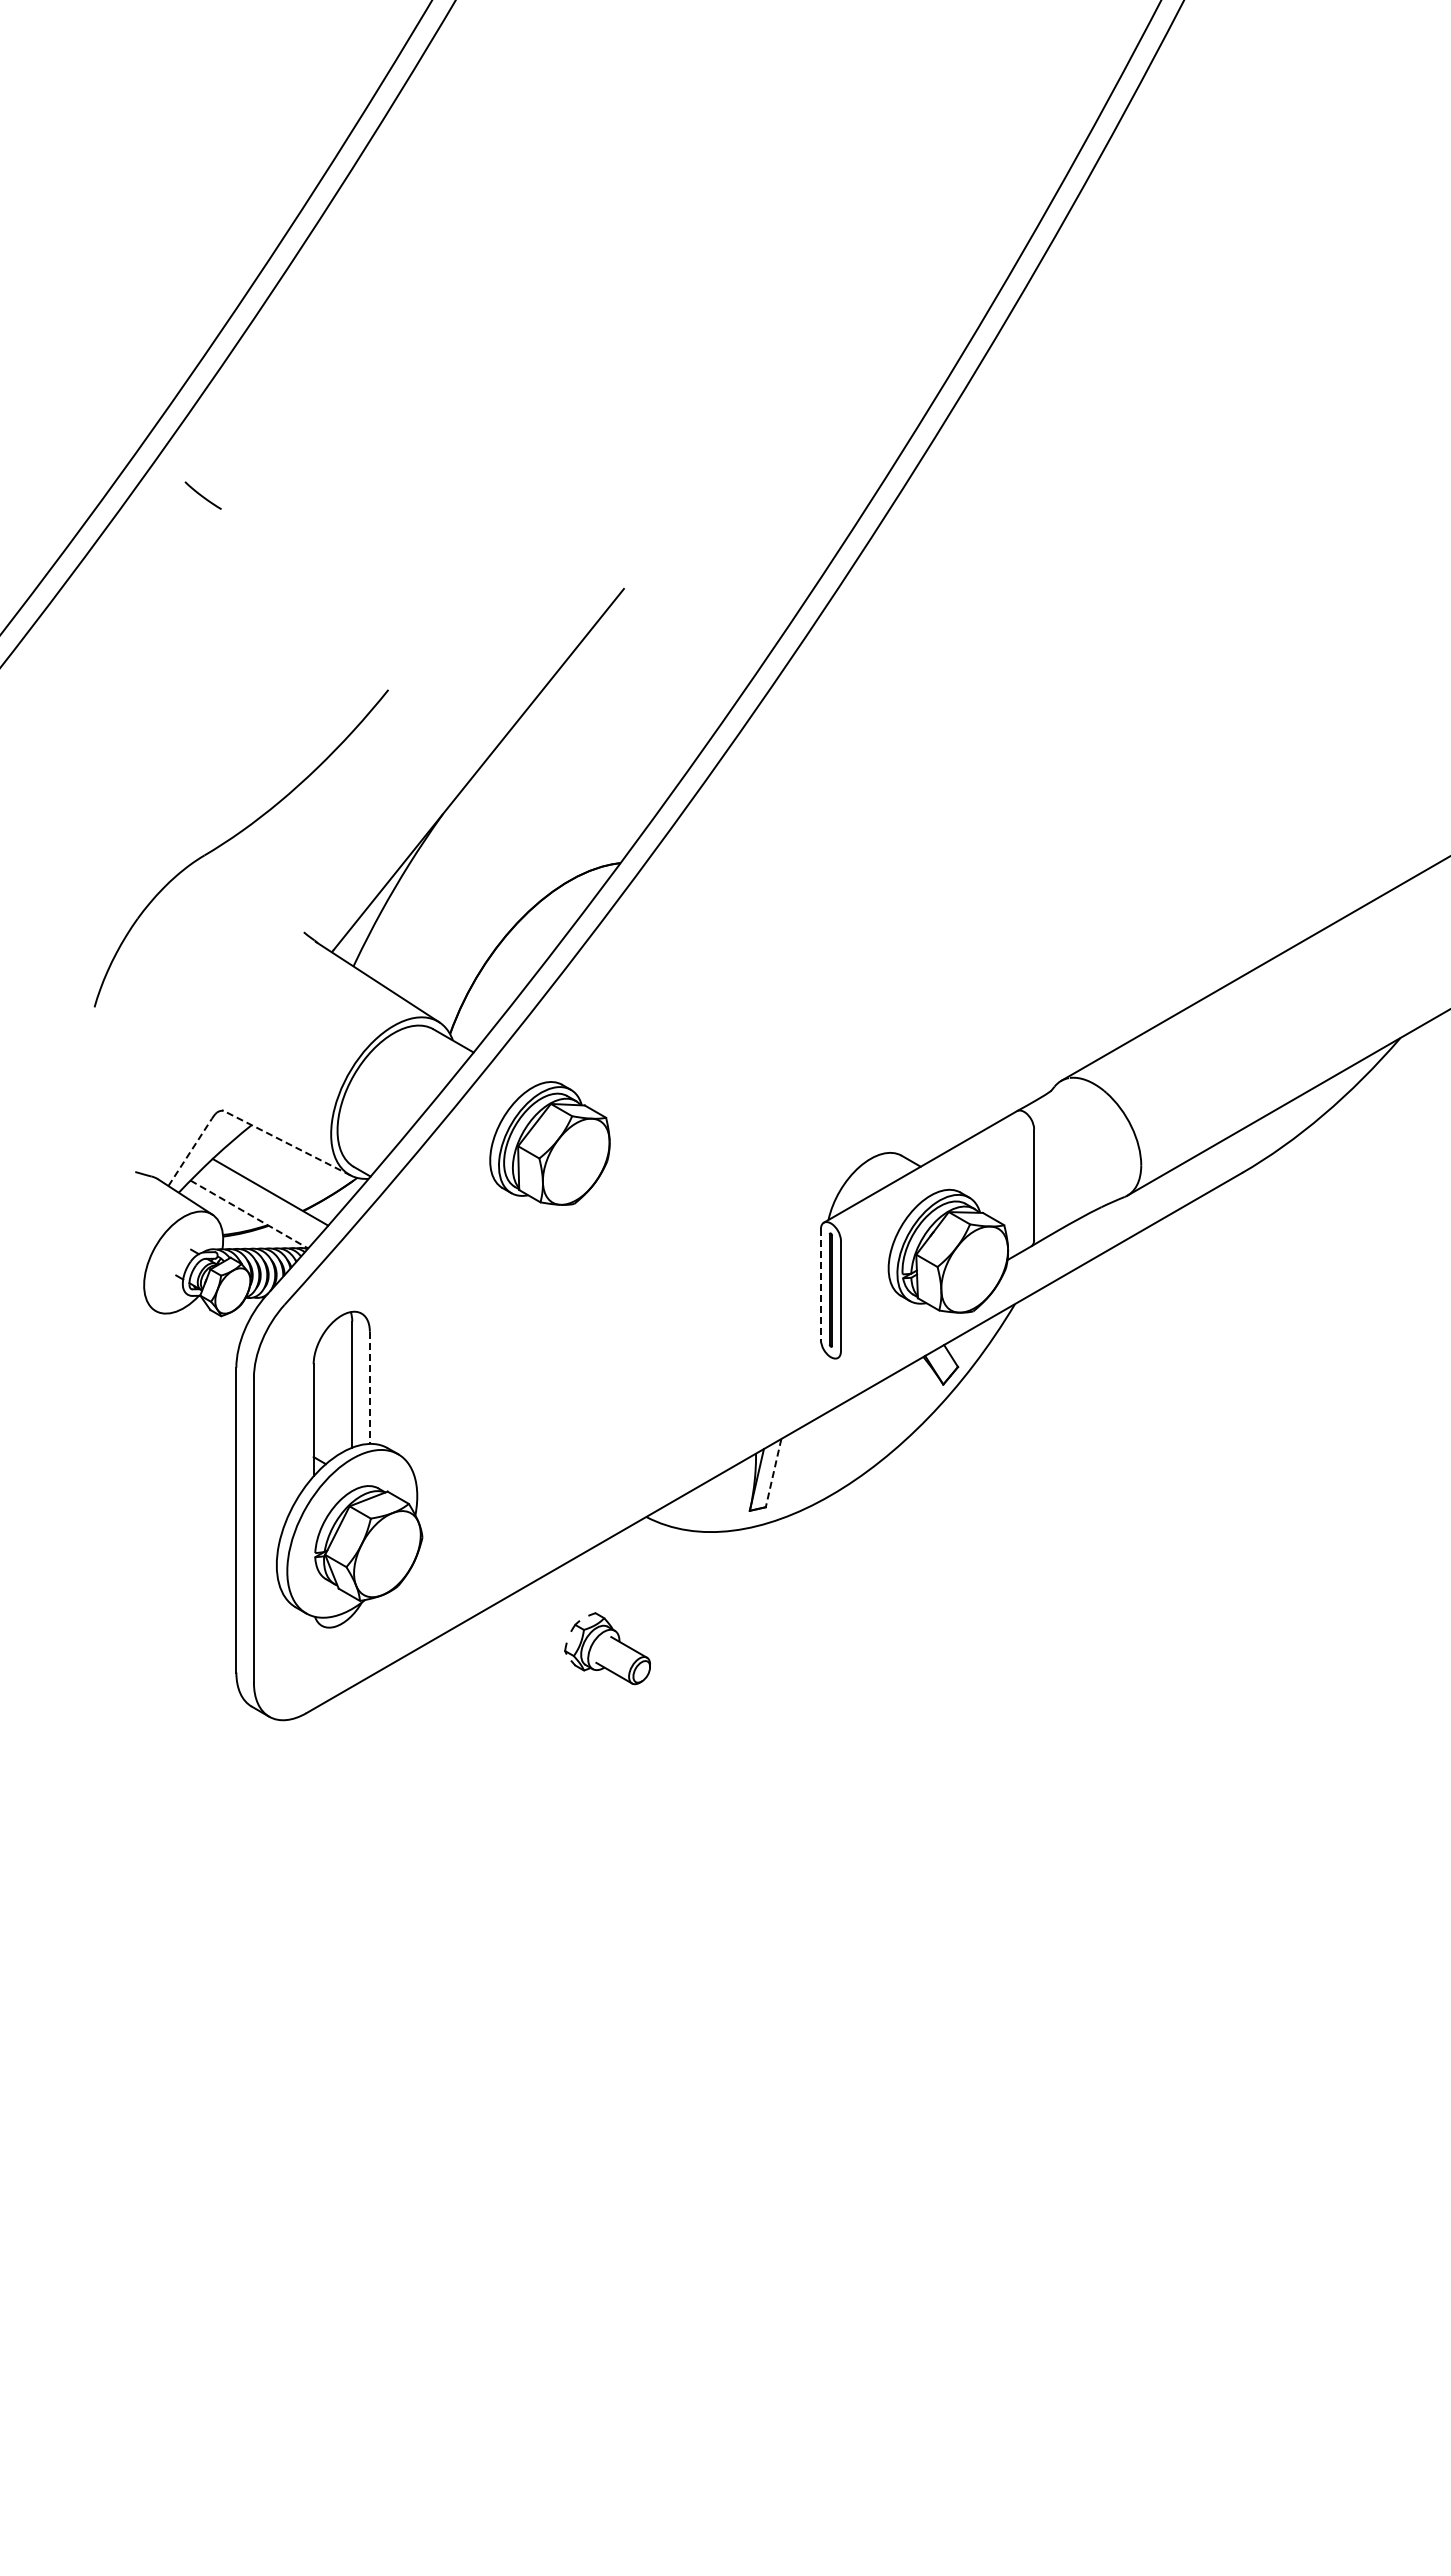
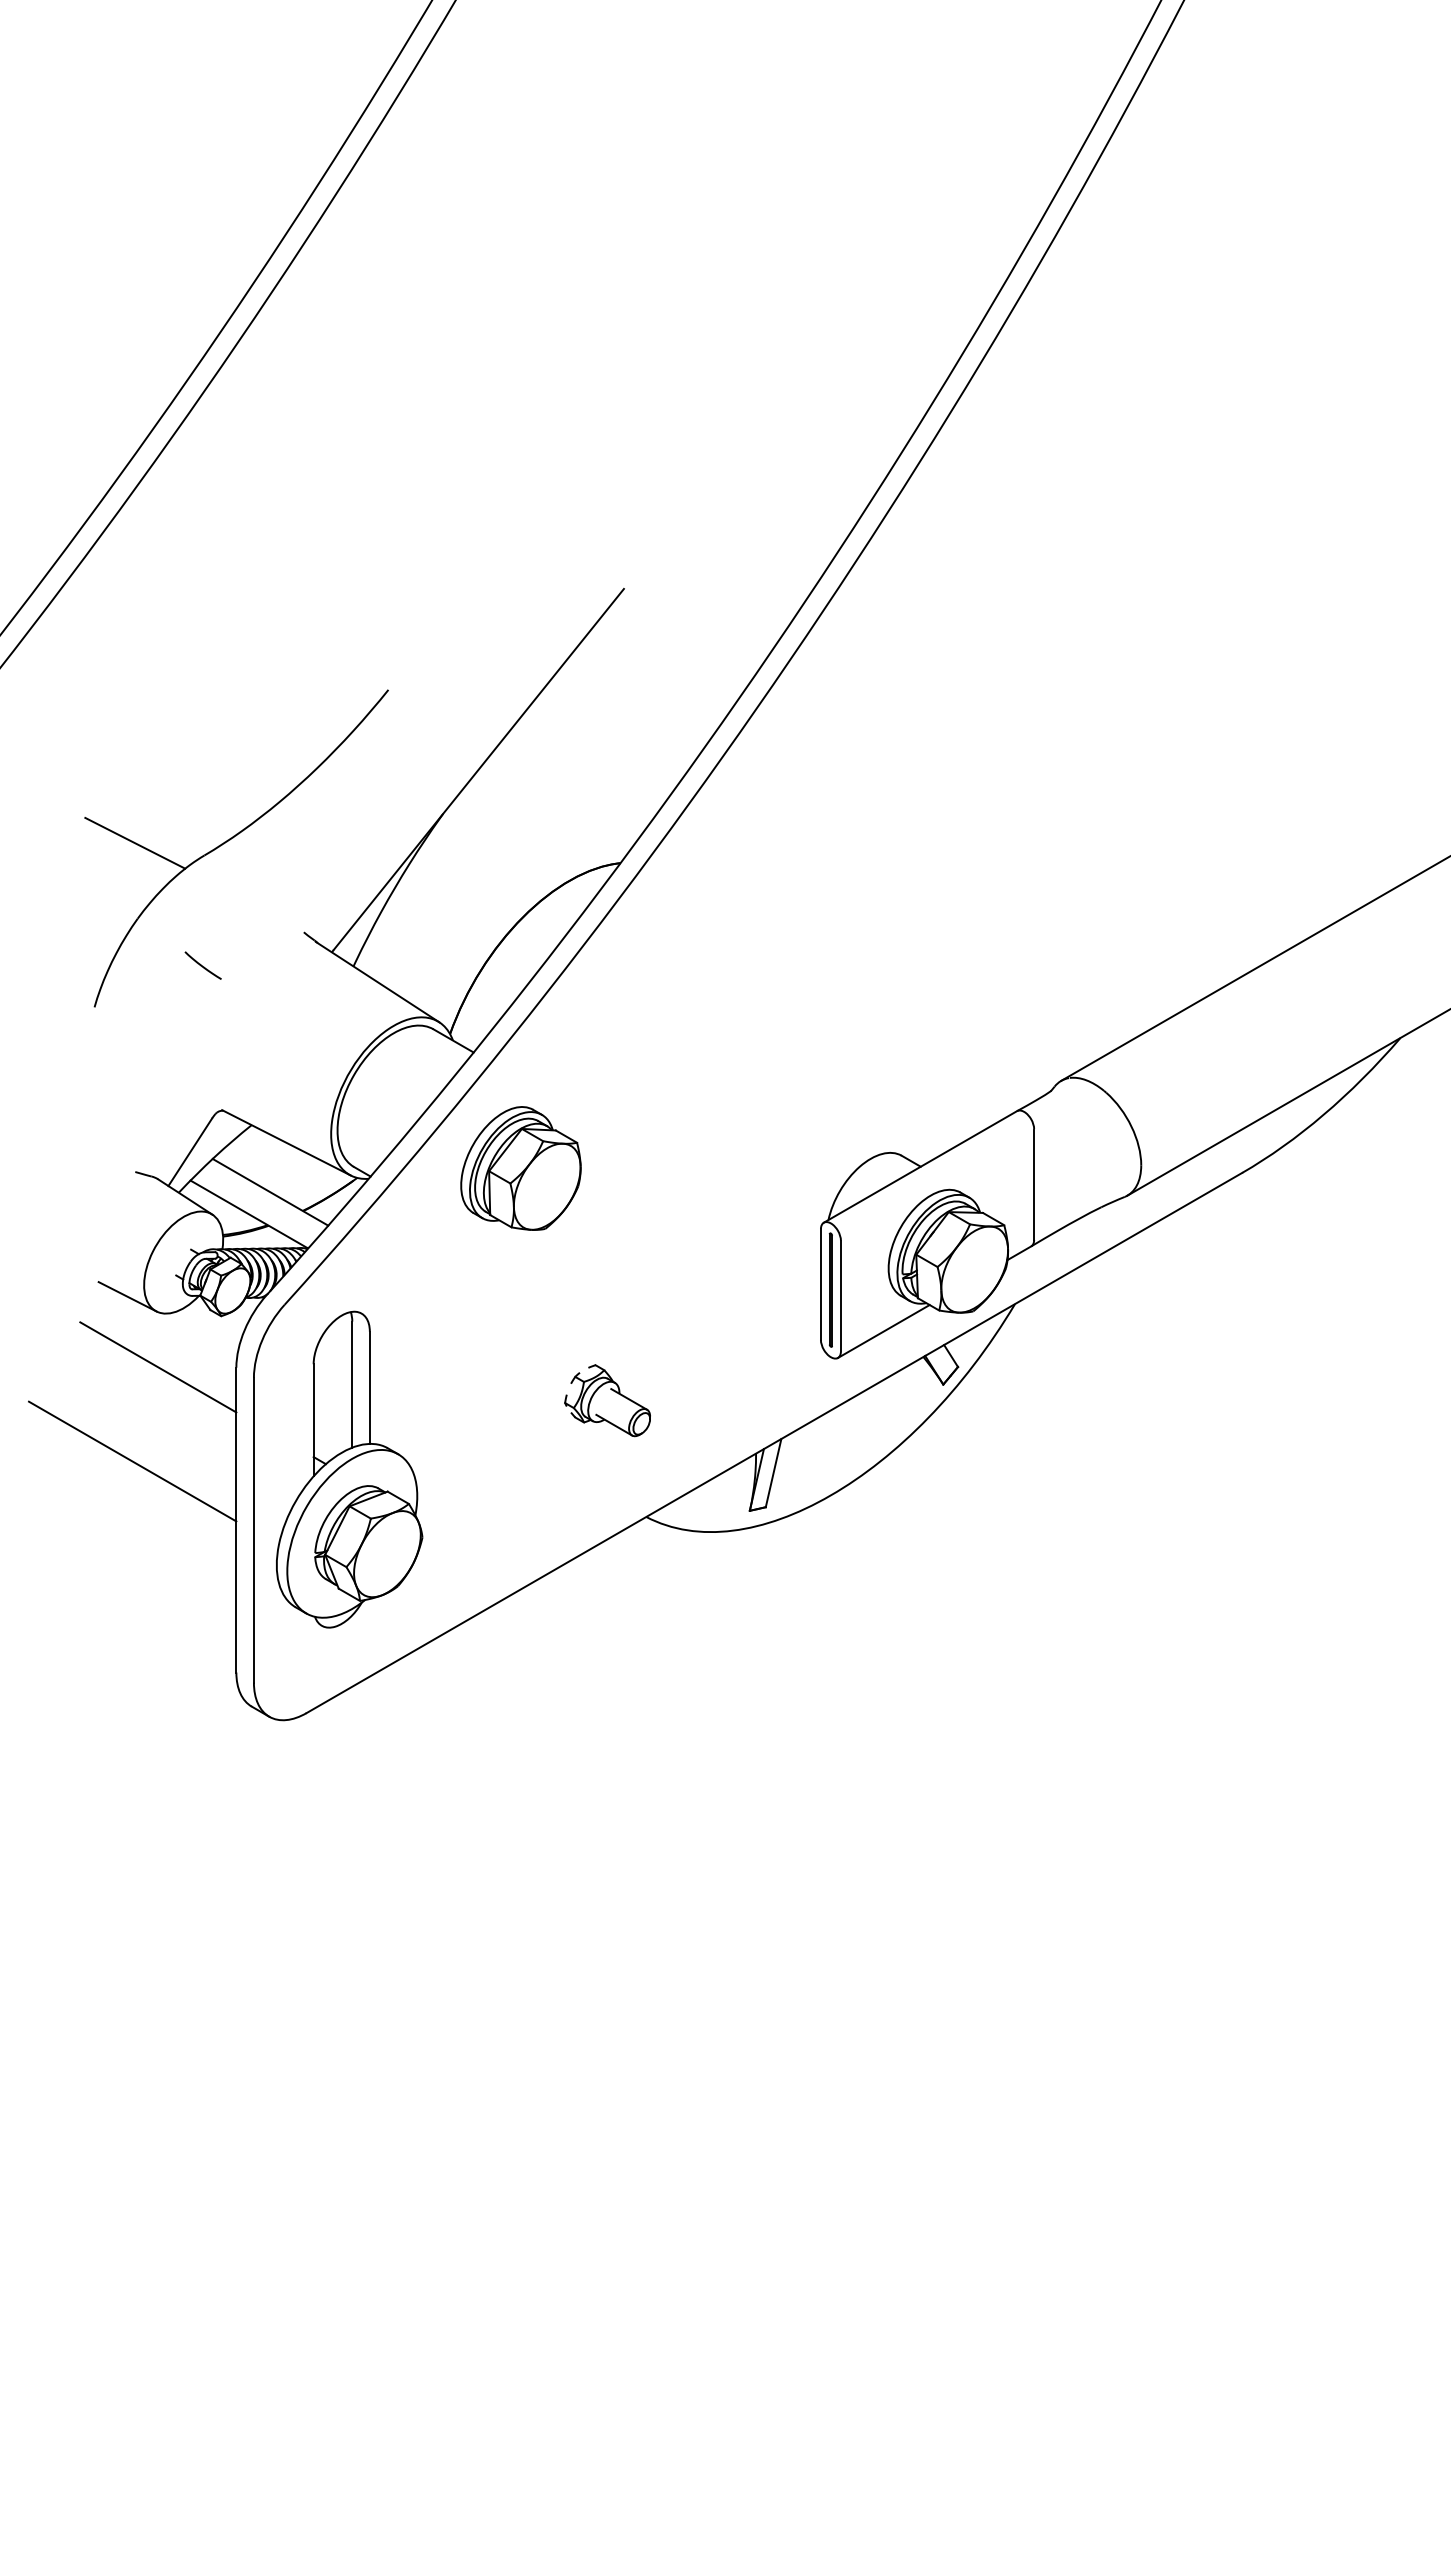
curve at (202, 495) position: (202, 495) -> (202, 965)
line at (135, 842): none -> present
line at (286, 1142): dashed -> solid
part at (549, 1143) position: (549, 1143) -> (520, 1168)
line at (190, 1151): dashed -> solid
line at (249, 1214): dashed -> solid
line at (820, 1285): dashed -> solid
line at (127, 1296): none -> present
line at (883, 1331): none -> present
line at (158, 1367): none -> present
line at (369, 1388): dashed -> solid
line at (132, 1461): none -> present
line at (773, 1473): dashed -> solid
part at (607, 1648) position: (607, 1648) -> (607, 1400)
